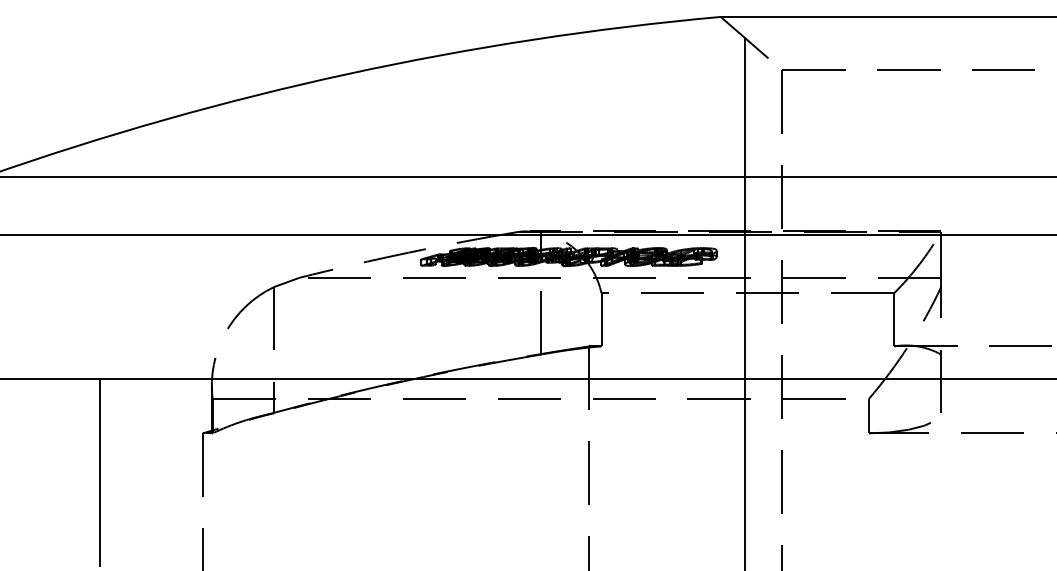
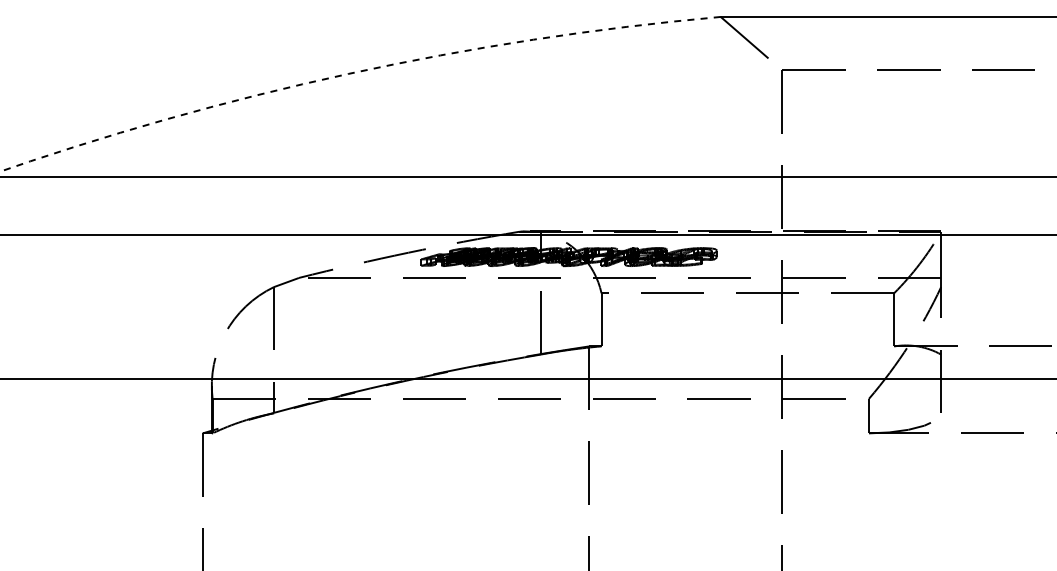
arc at (354, 72): solid -> dashed
line at (744, 302): present -> none
line at (99, 471): present -> none
